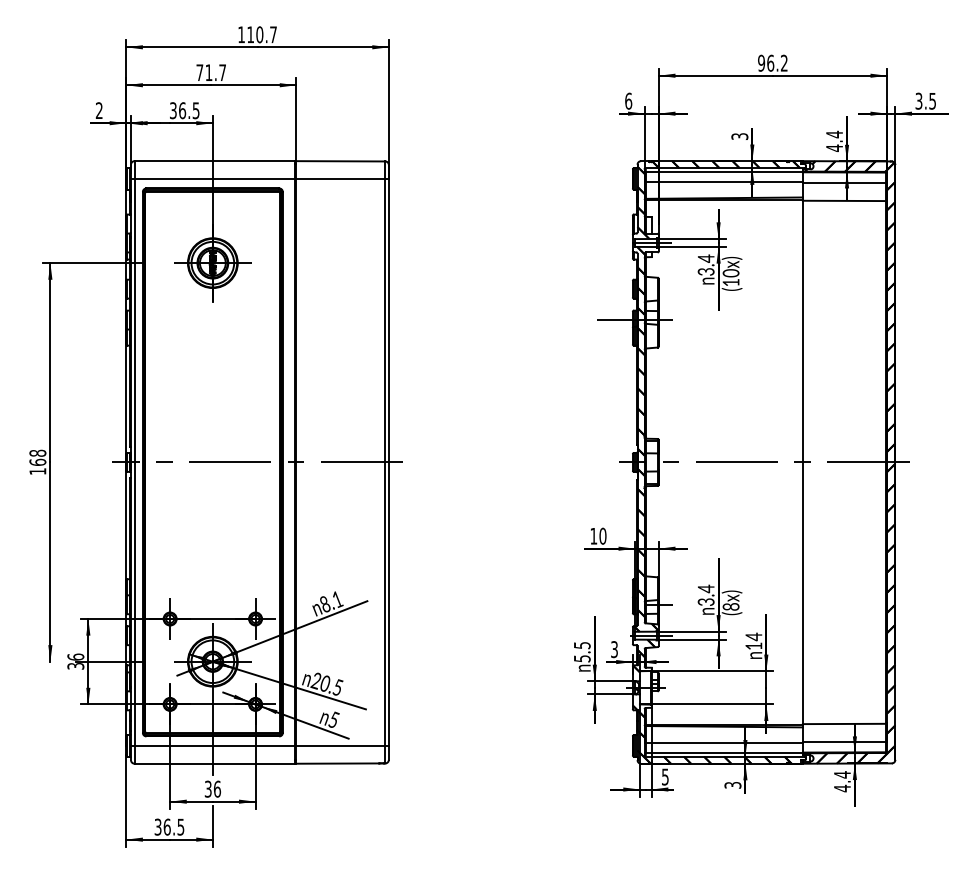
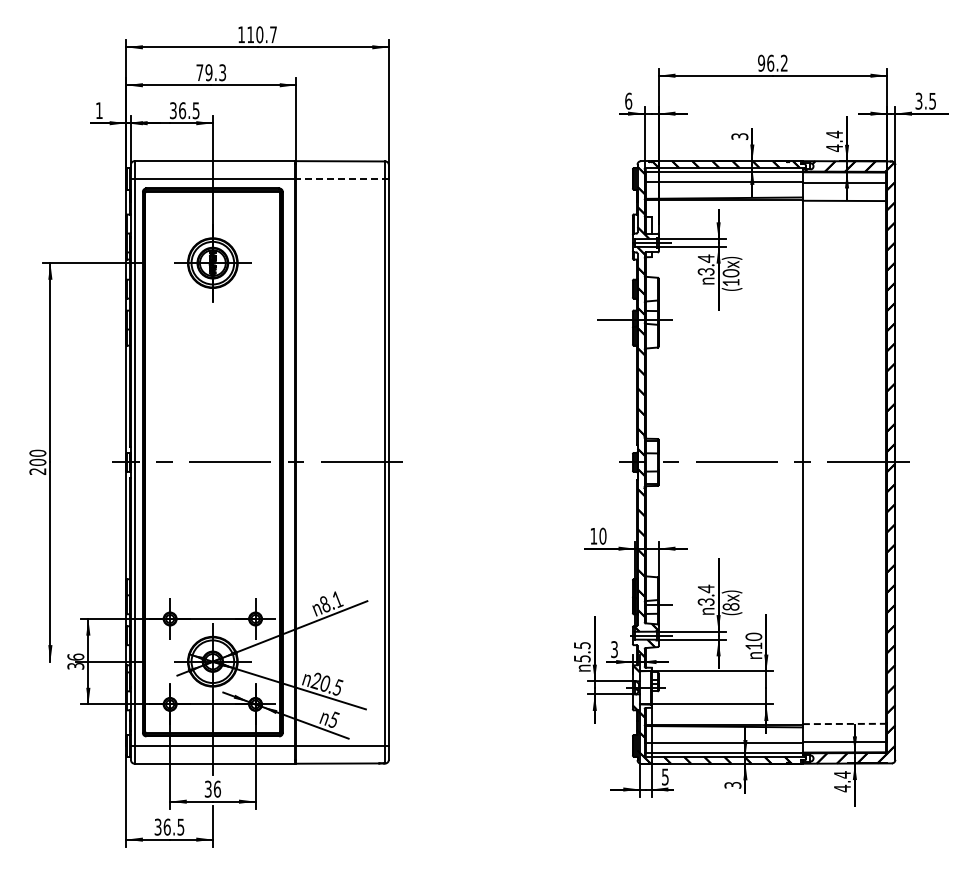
text at (215, 72): 71.7 -> 79.3
text at (98, 110): 2 -> 1
line at (342, 178): solid -> dashed
text at (37, 461): 168 -> 200
text at (753, 636): 14 -> 10
line at (844, 723): solid -> dashed
